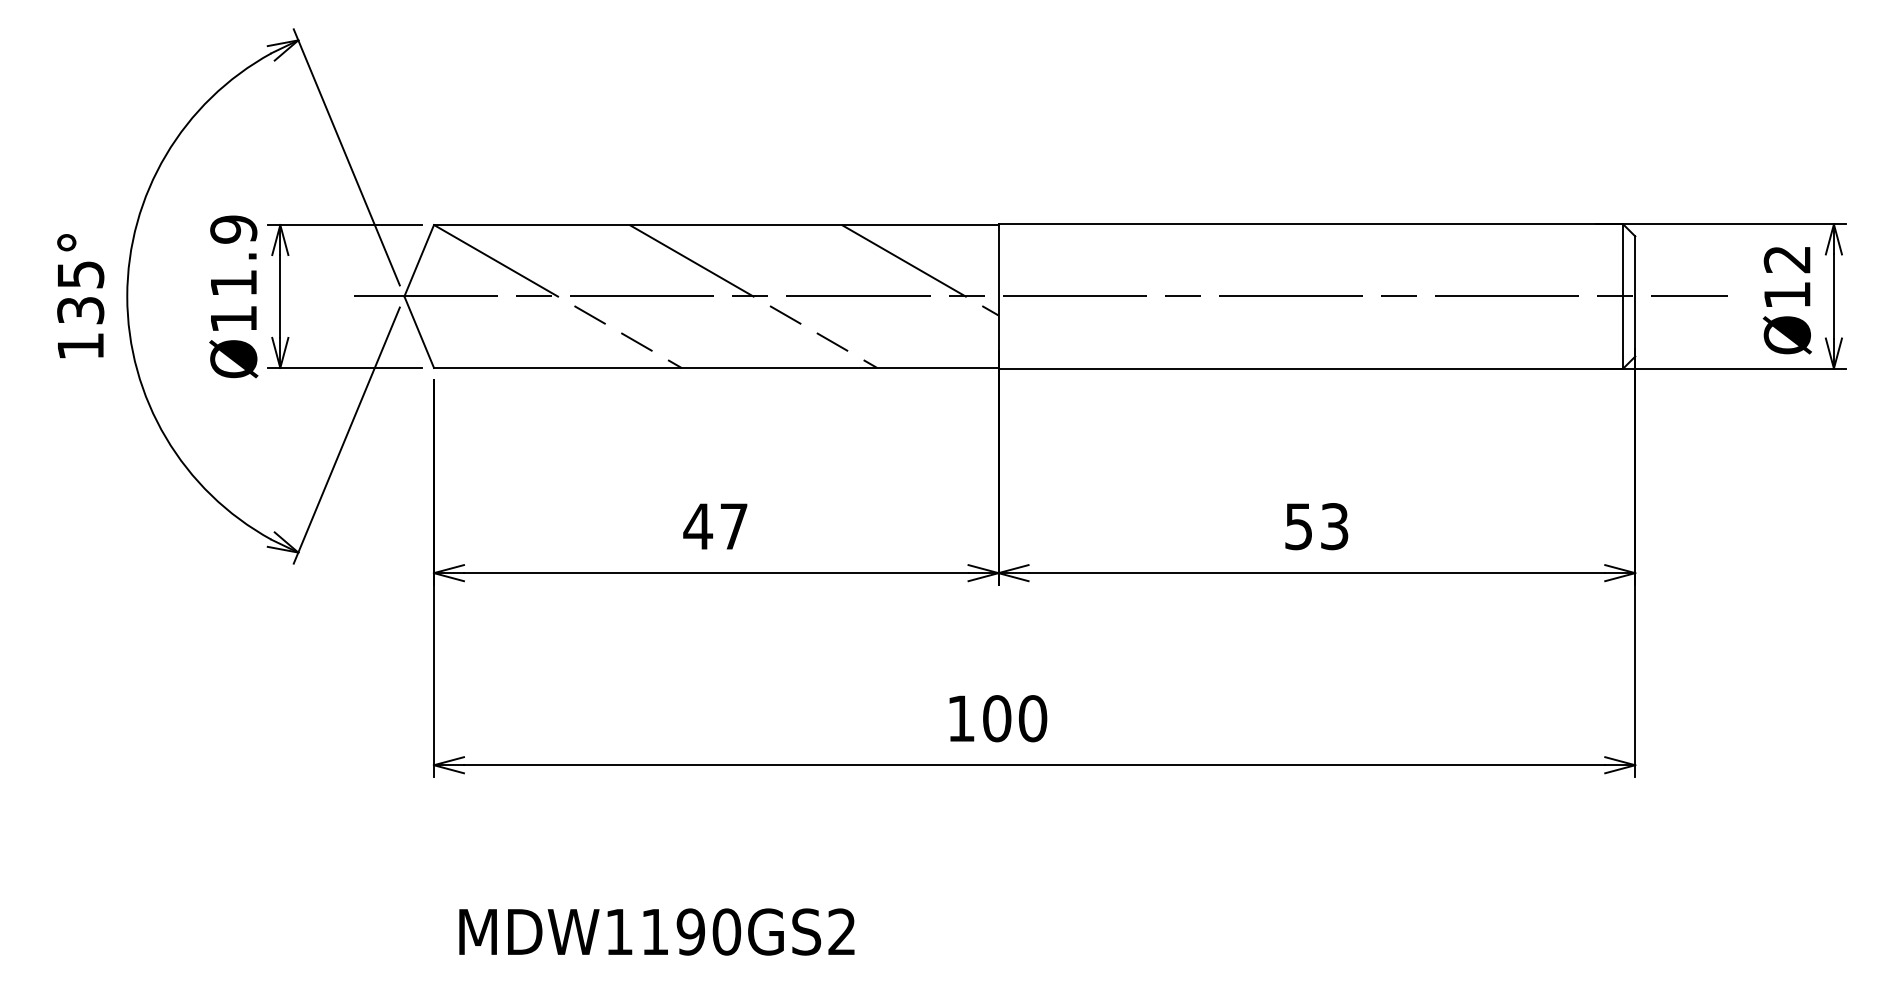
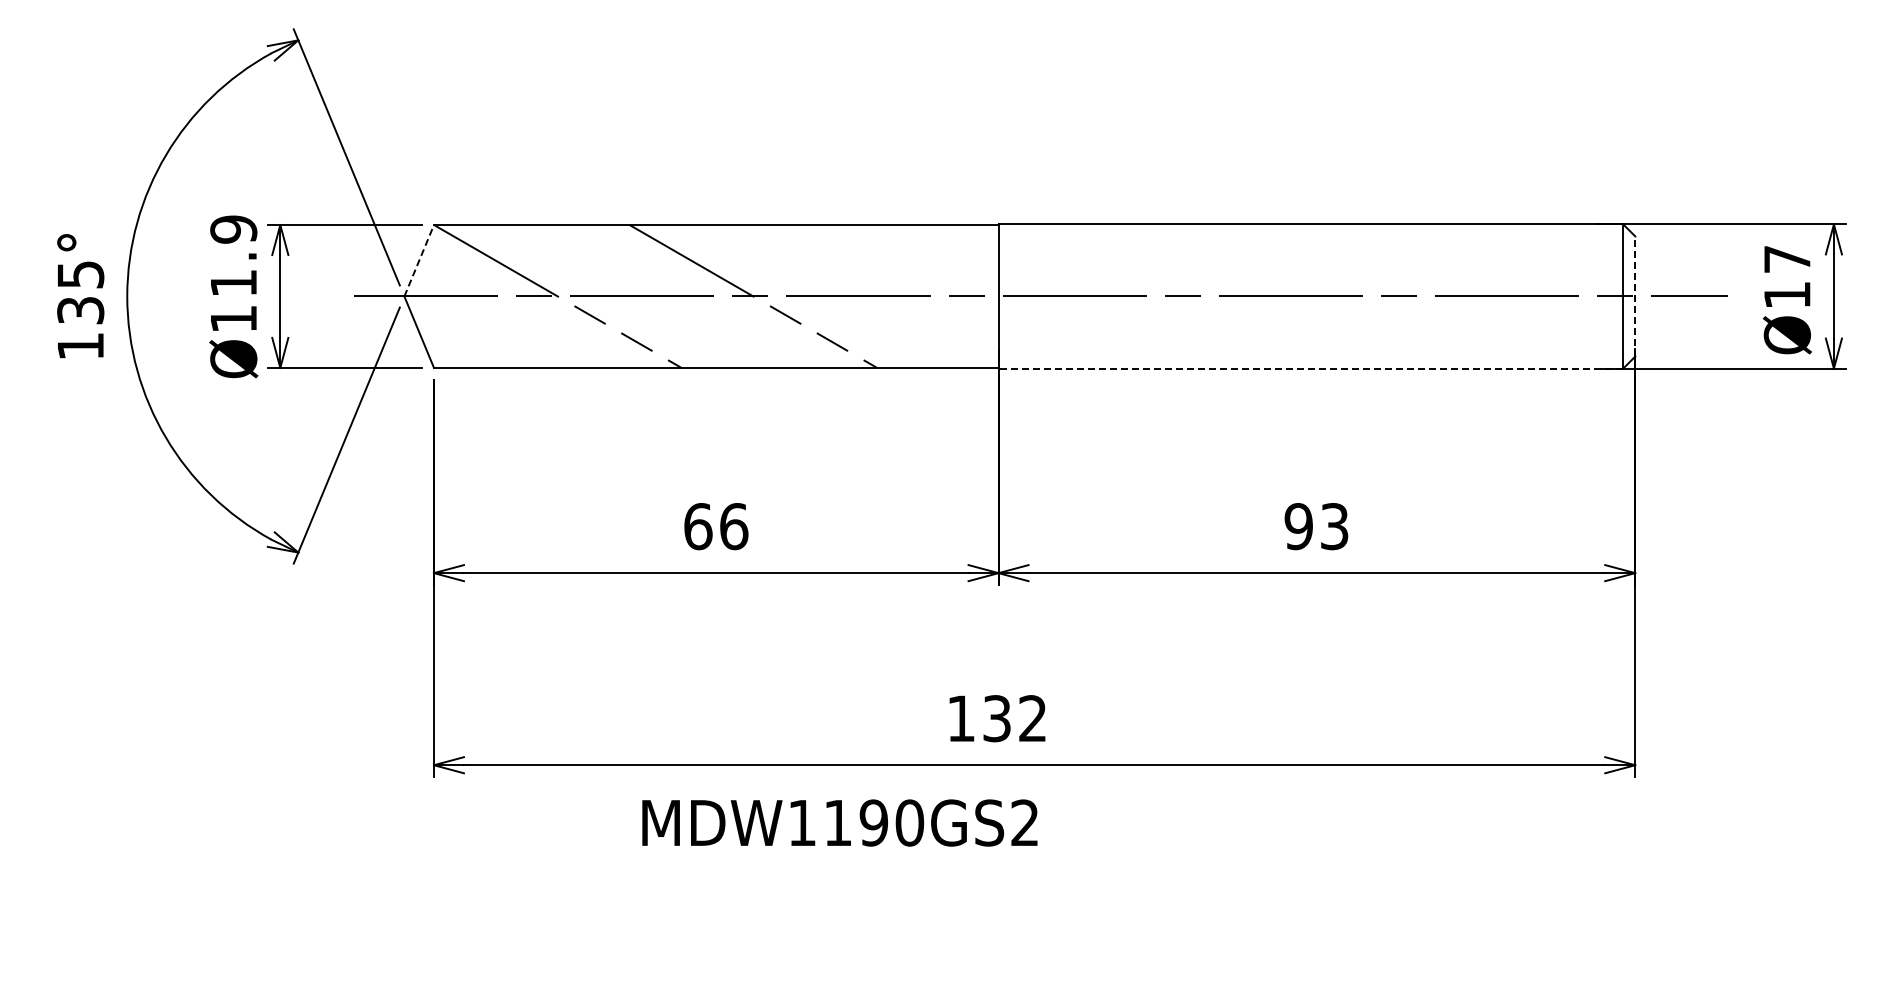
text at (1786, 259): Ø12 -> Ø17
line at (419, 260): solid -> dashed
line at (919, 270): present -> none
line at (1635, 295): solid -> dashed
line at (1310, 368): solid -> dashed
text at (715, 526): 47 -> 66
text at (1298, 526): 53 -> 93
text at (1015, 718): 100 -> 132
text at (656, 931) position: (656, 931) -> (839, 822)
